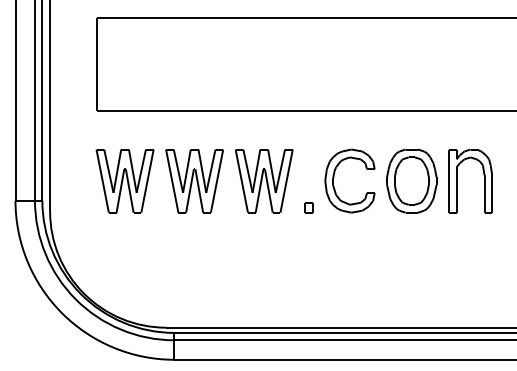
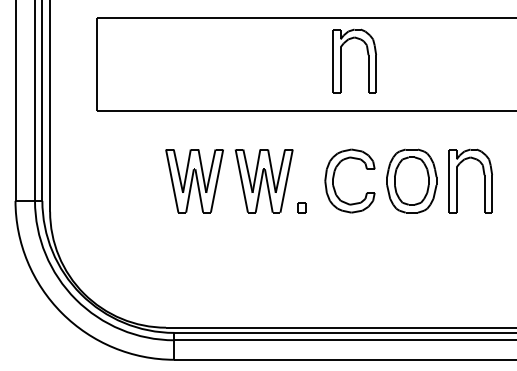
part at (341, 60): none -> present
part at (124, 181): present -> none
part at (308, 207) position: (308, 207) -> (301, 207)
